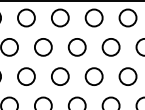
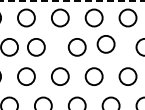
line at (72, 1): solid -> dashed
circle at (43, 47) position: (43, 47) -> (36, 47)
circle at (110, 47) position: (110, 47) -> (105, 44)
